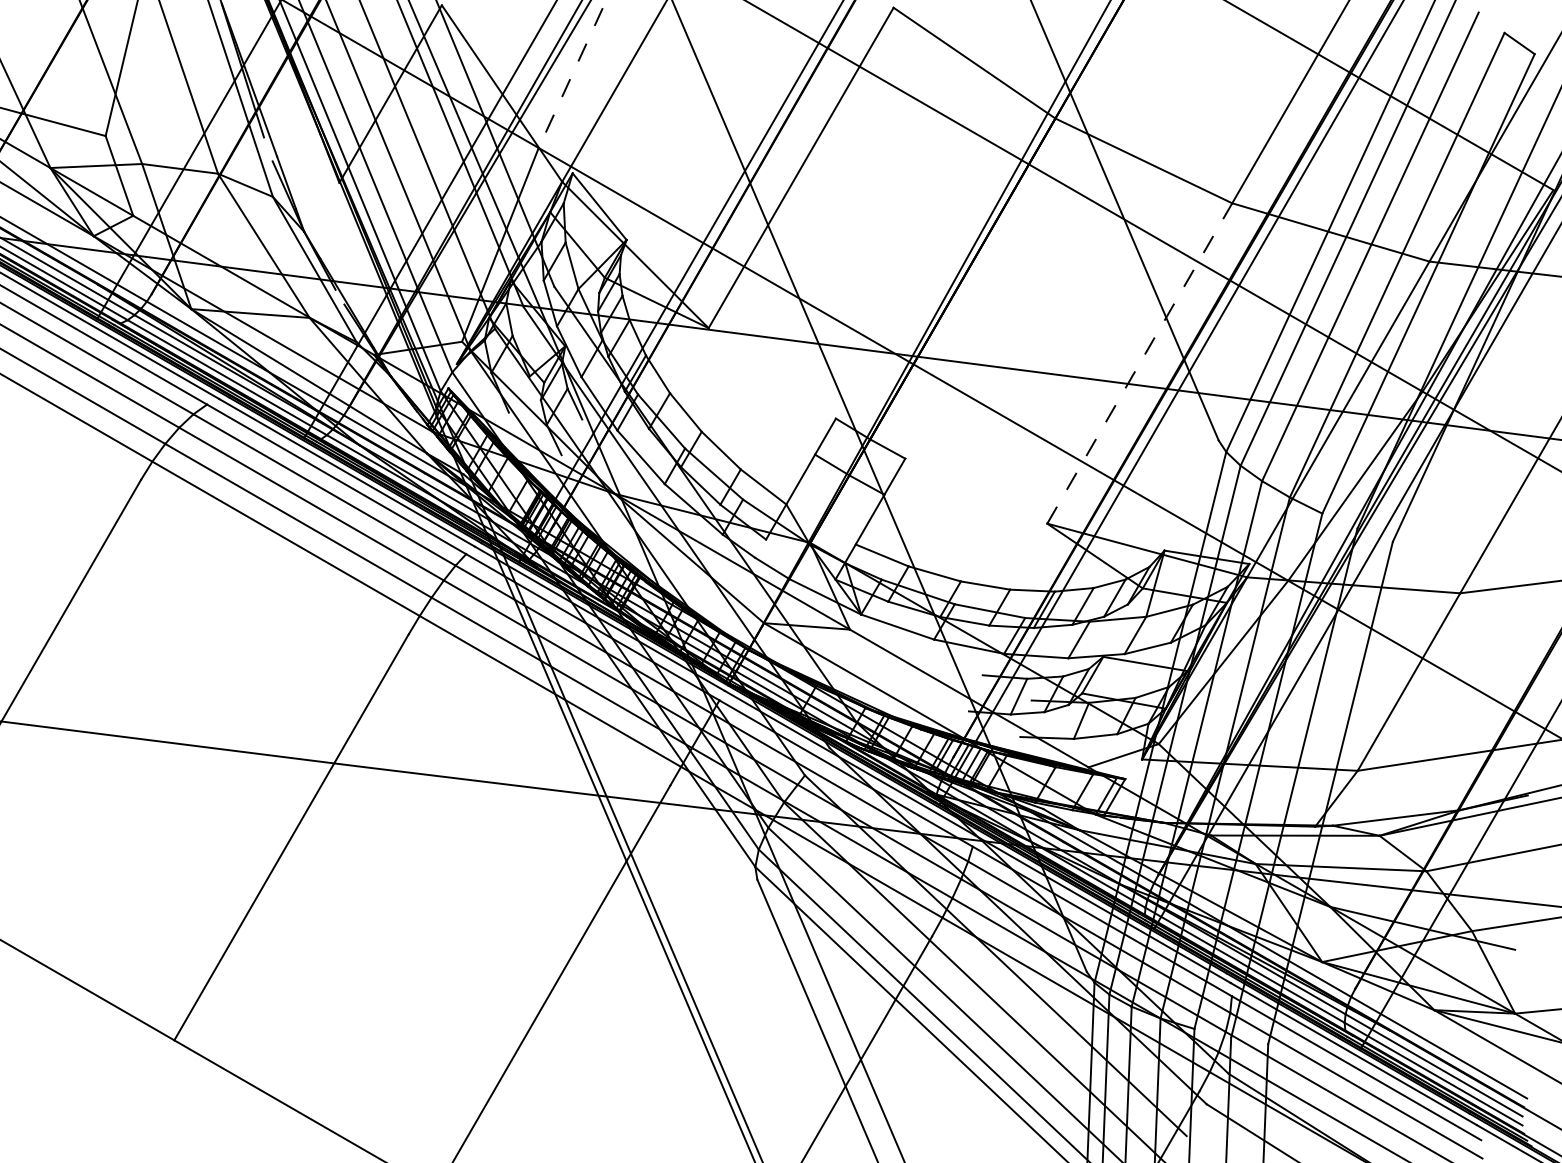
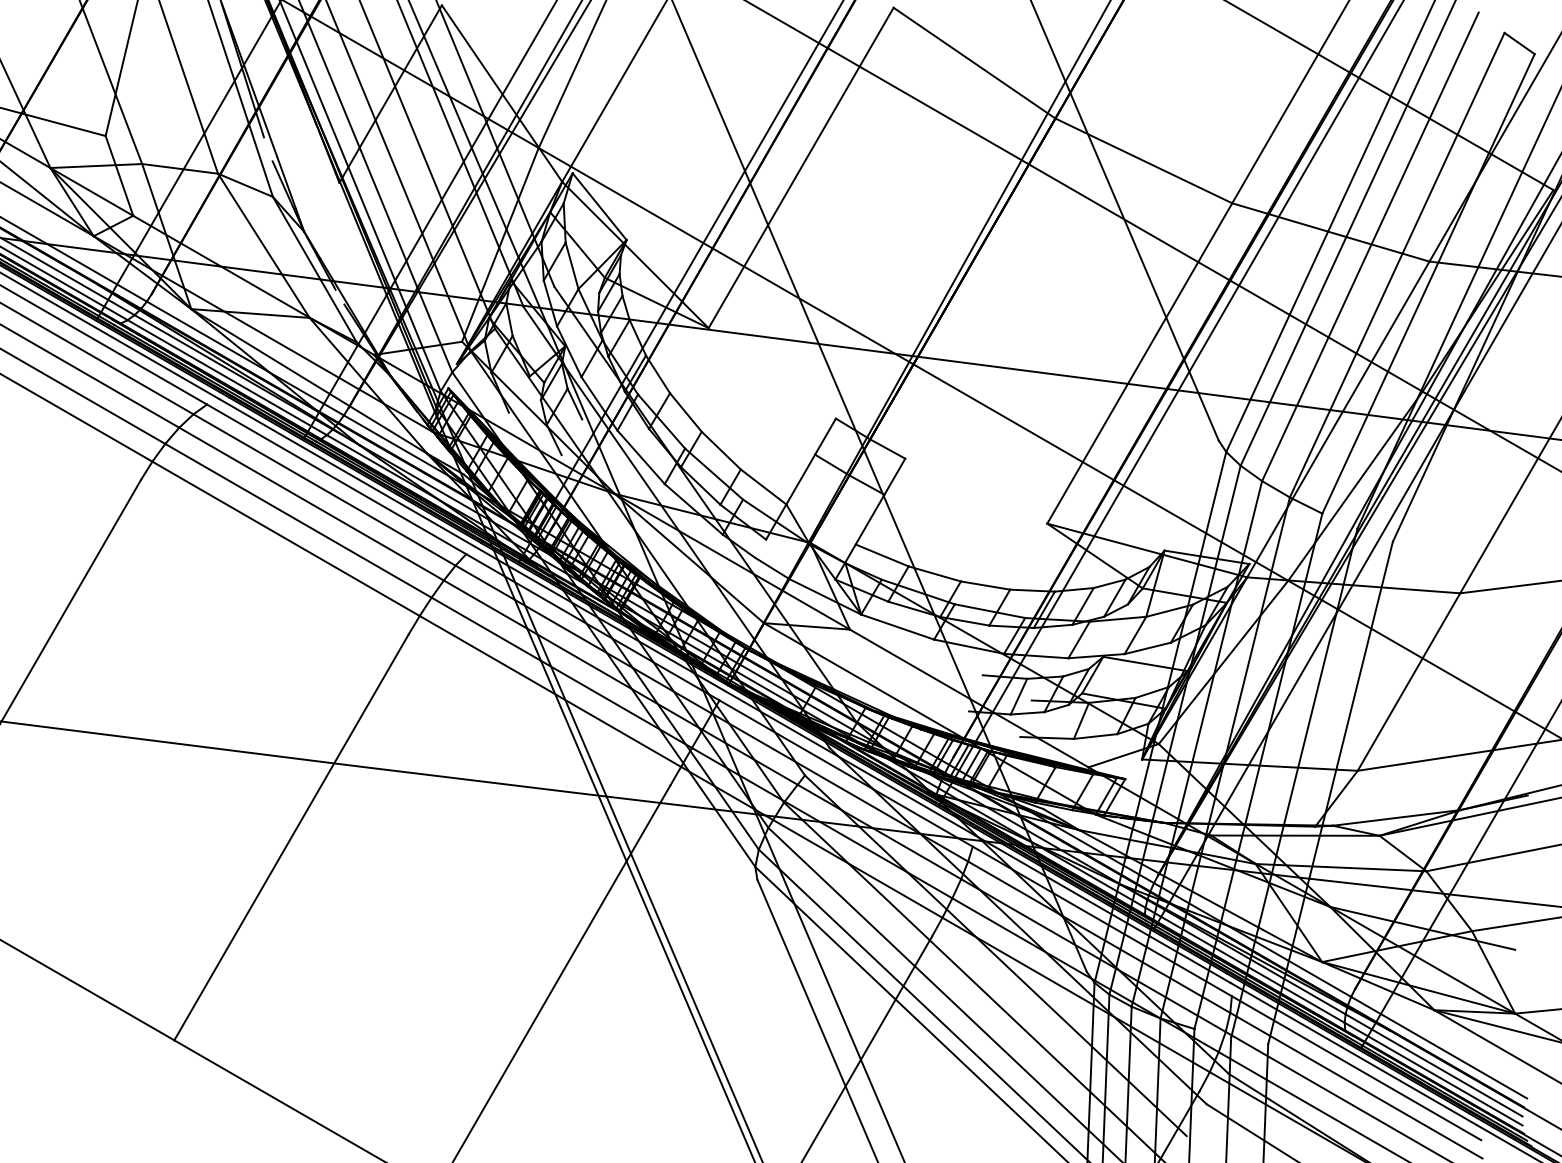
line at (572, 74): dashed -> solid
line at (1139, 363): dashed -> solid
